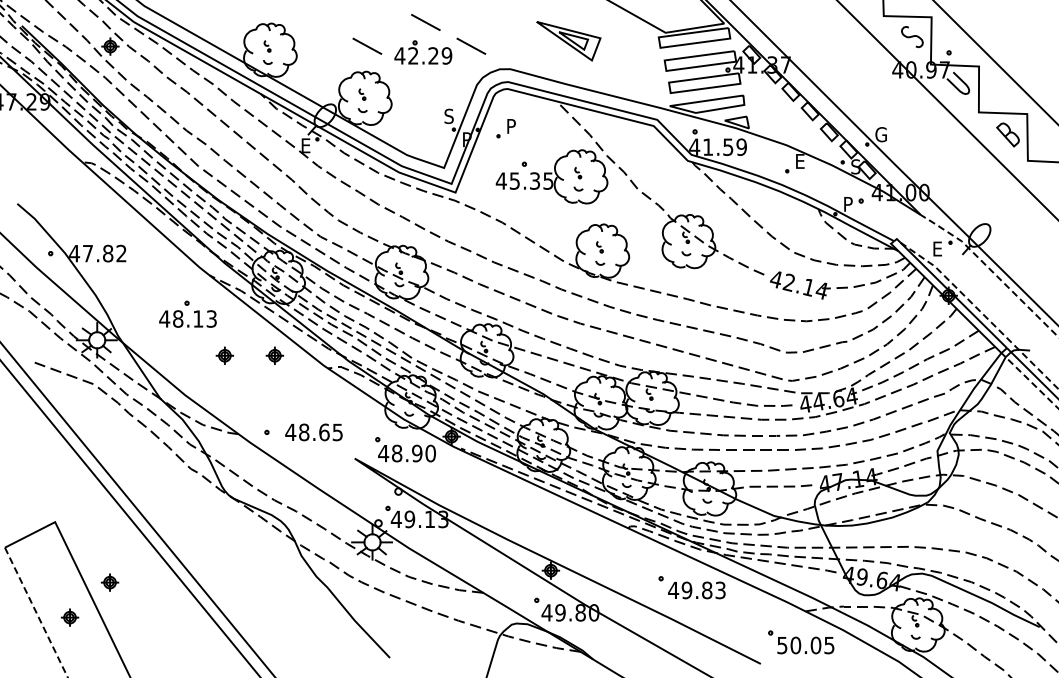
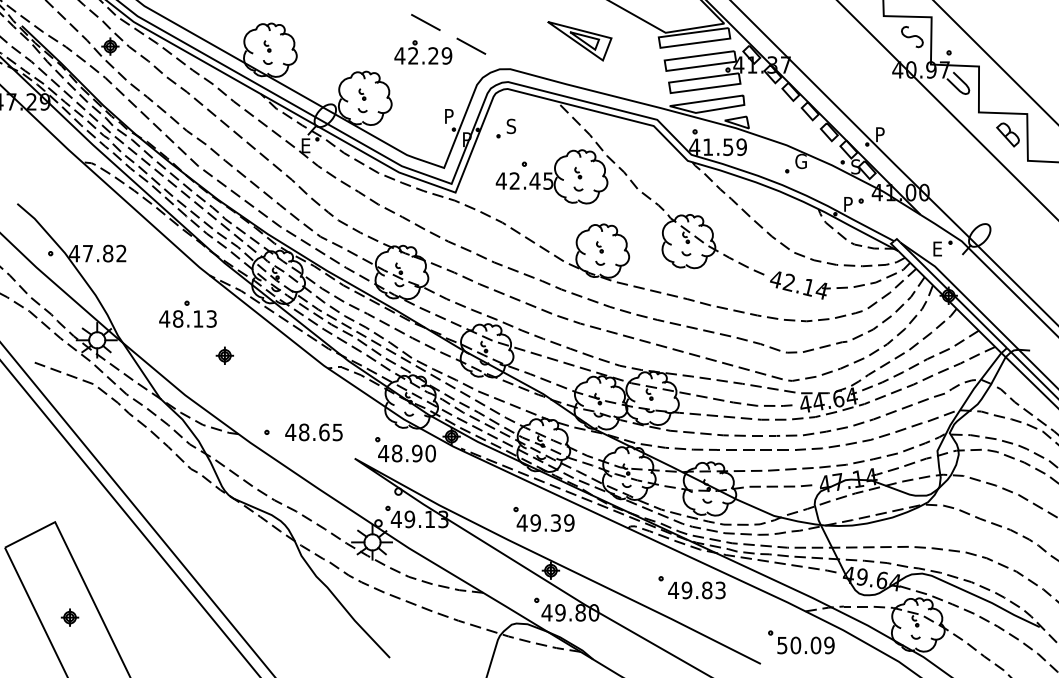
part at (568, 41) position: (568, 41) -> (579, 41)
line at (367, 45): present -> none
text at (448, 116): S -> P
text at (511, 126): P -> S
text at (880, 134): G -> P
text at (800, 161): E -> G
text at (524, 180): 45.35 -> 42.45
line at (992, 271): dashed -> solid
line at (982, 313): dashed -> solid
part at (274, 355): present -> none
line at (1029, 380): dashed -> solid
part at (543, 519): none -> present
part at (109, 582): present -> none
line at (36, 613): dashed -> solid
text at (829, 644): 50.05 -> 50.09
